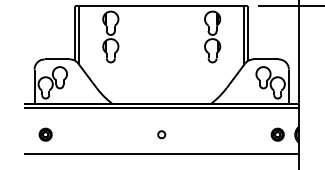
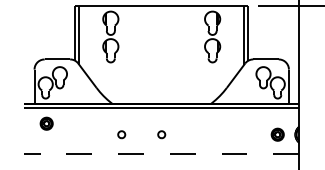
part at (45, 134) position: (45, 134) -> (46, 123)
part at (121, 134): none -> present
line at (161, 153): solid -> dashed
